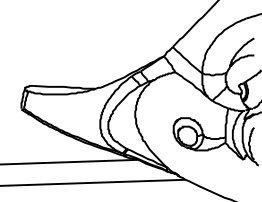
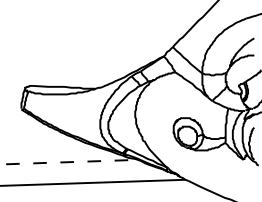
line at (69, 162): solid -> dashed
